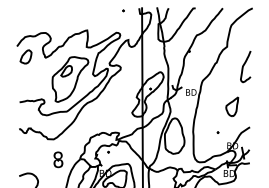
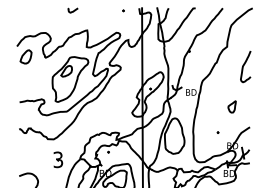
curve at (73, 10): none -> present
part at (232, 106) size: 15x22 px -> 10x14 px
text at (58, 159): 8 -> 3
